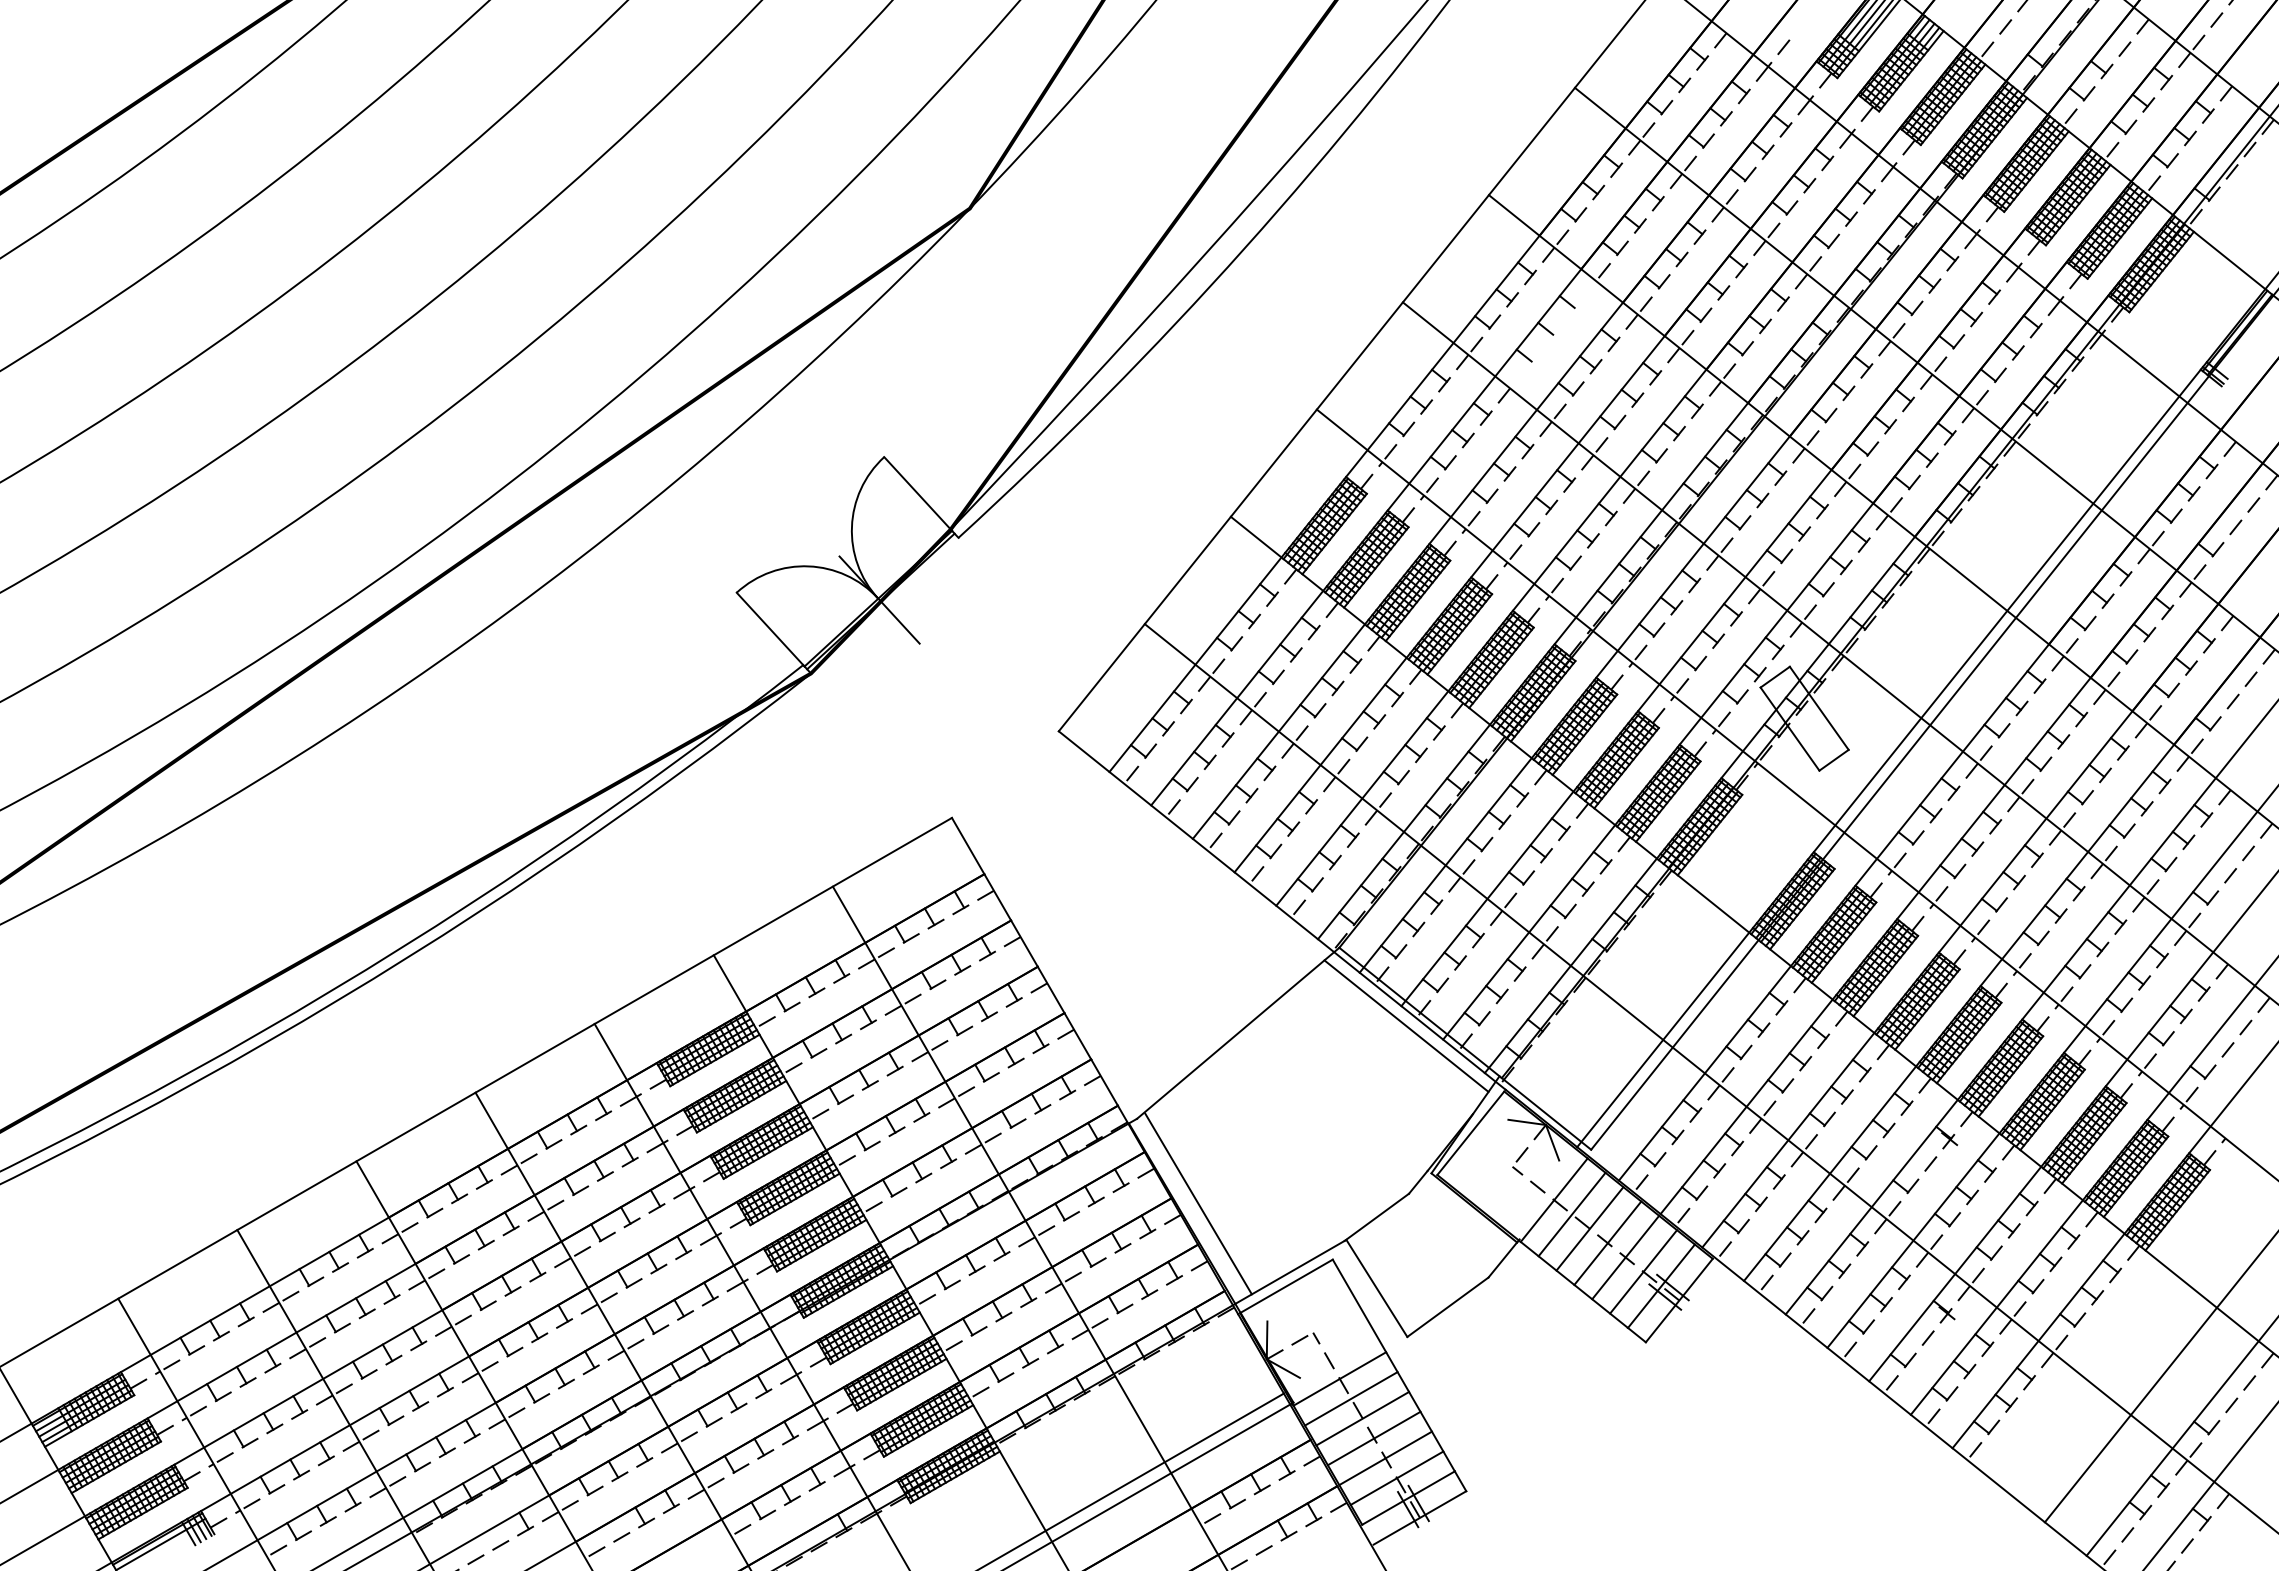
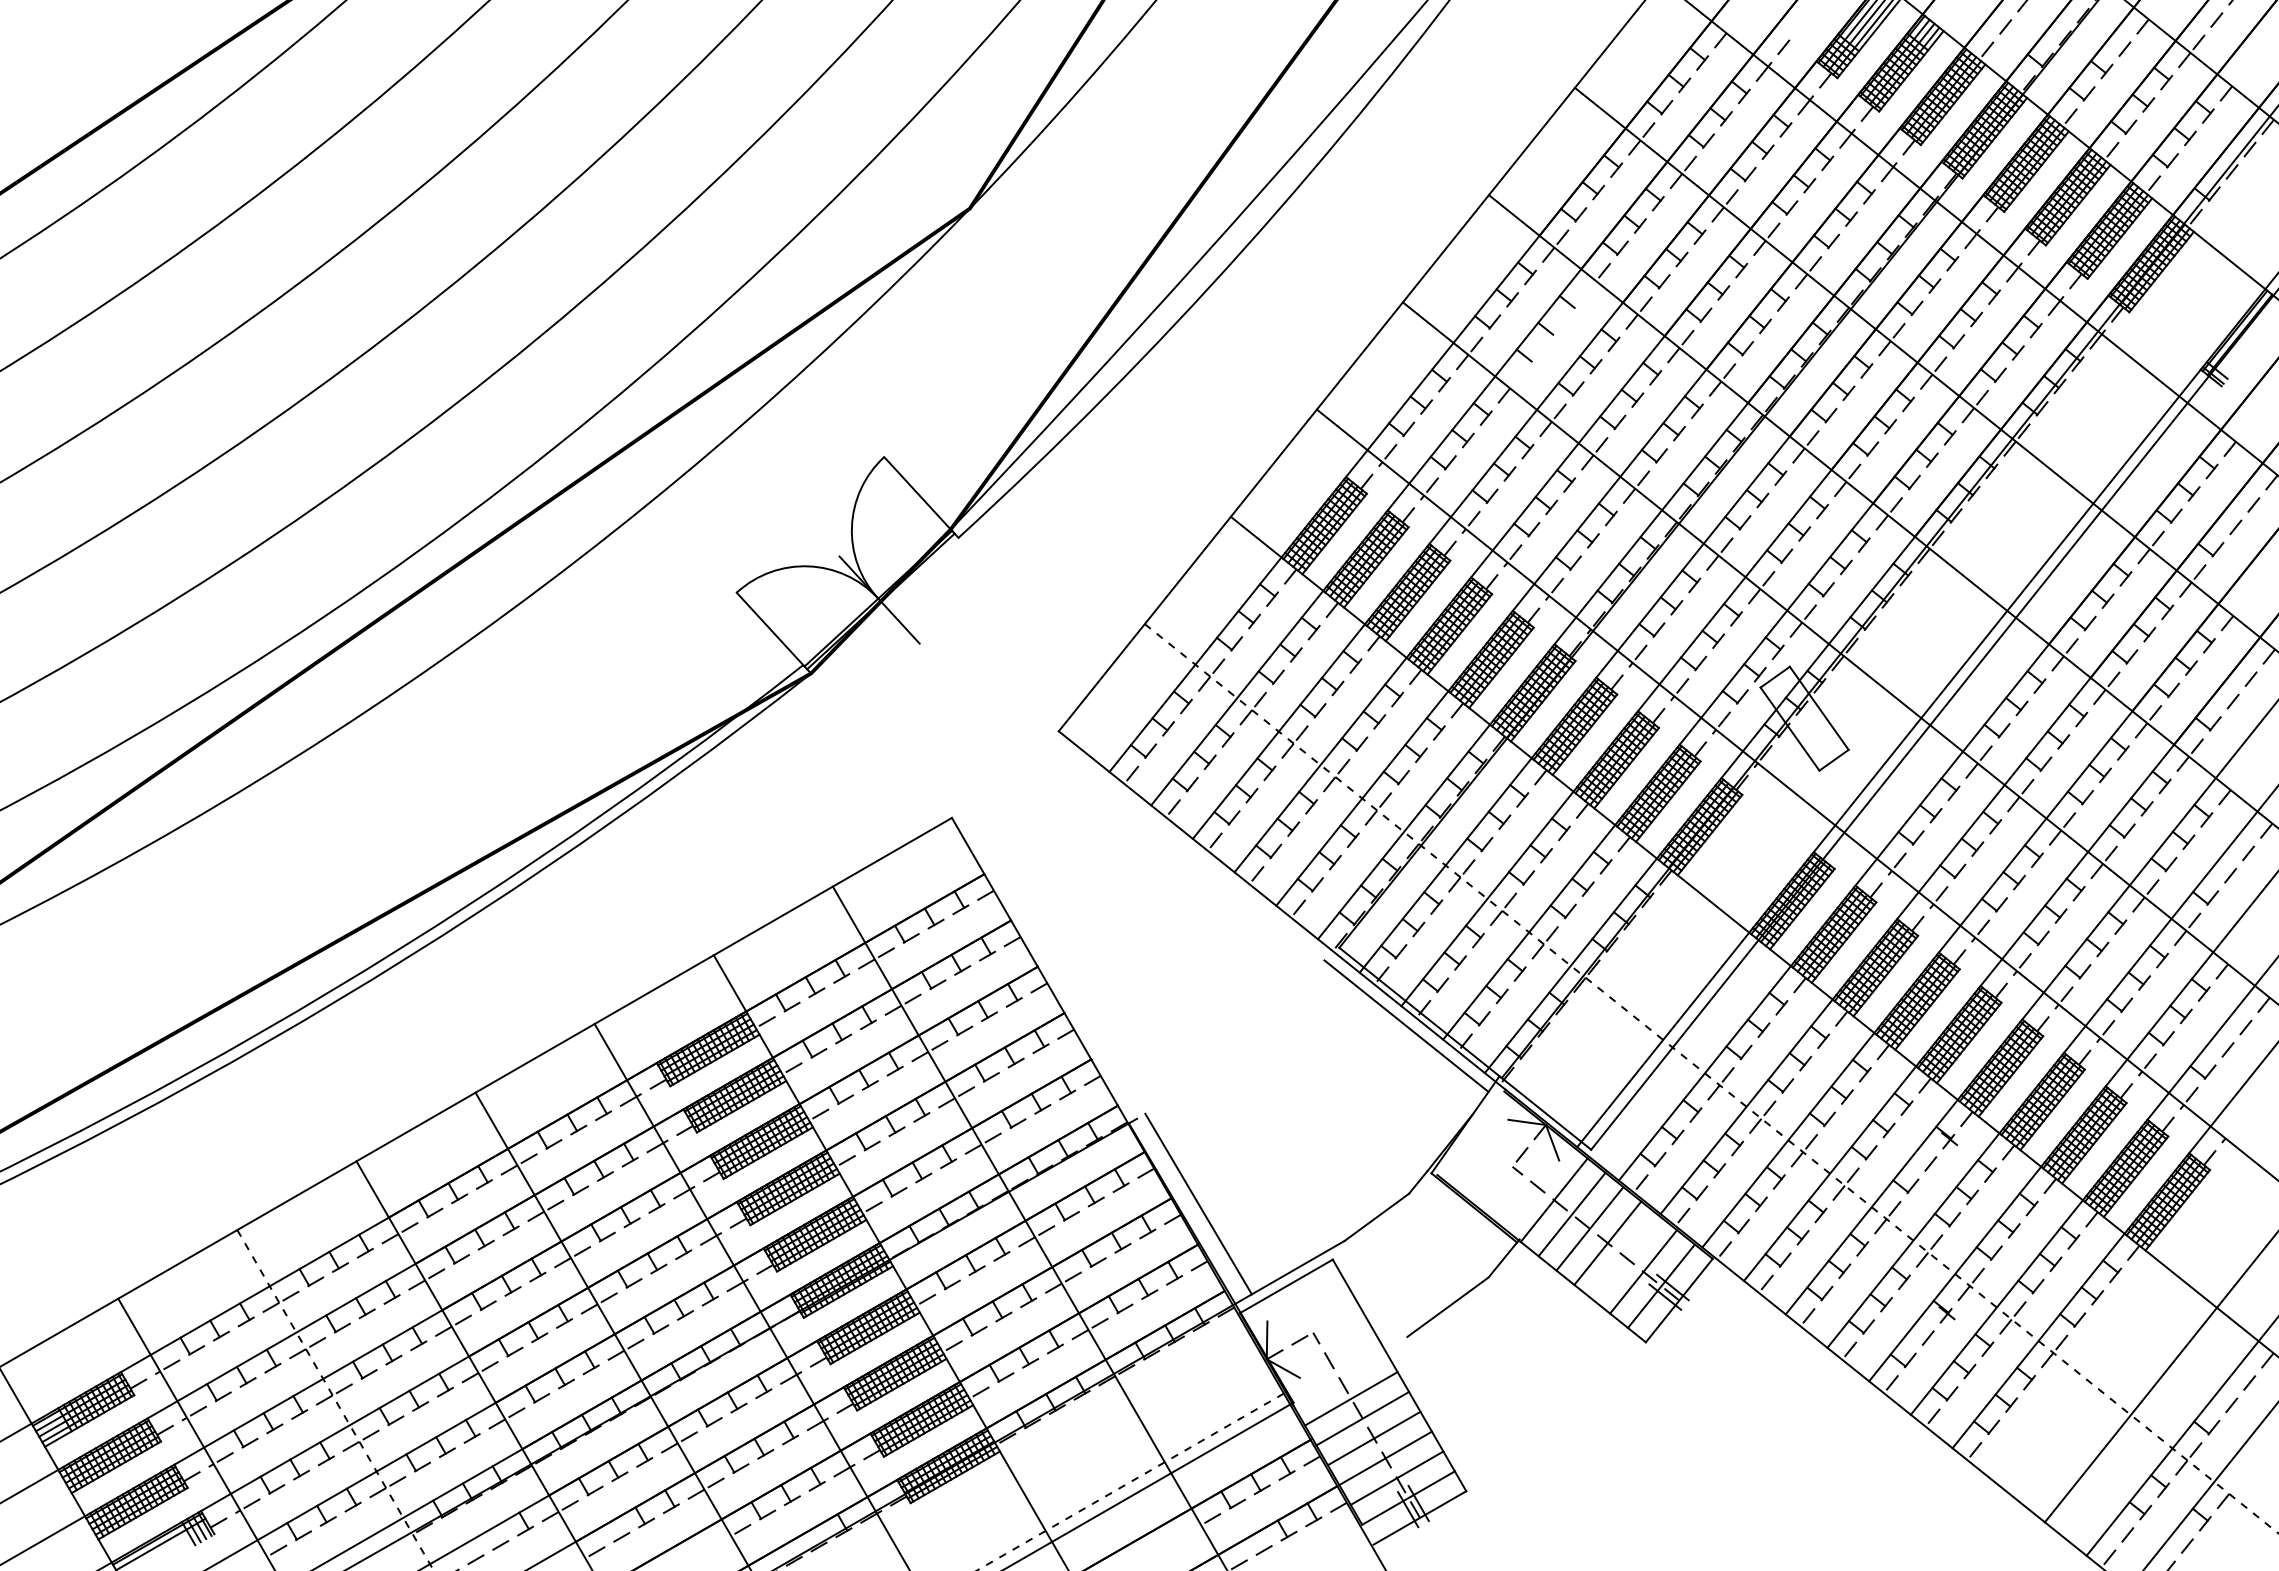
line at (1238, 1032): present -> none
line at (1711, 1078): solid -> dashed
line at (1470, 1133): present -> none
line at (1625, 1257): present -> none
line at (1376, 1287): present -> none
line at (1339, 1378): present -> none
line at (335, 1400): solid -> dashed
line at (1129, 1482): solid -> dashed
